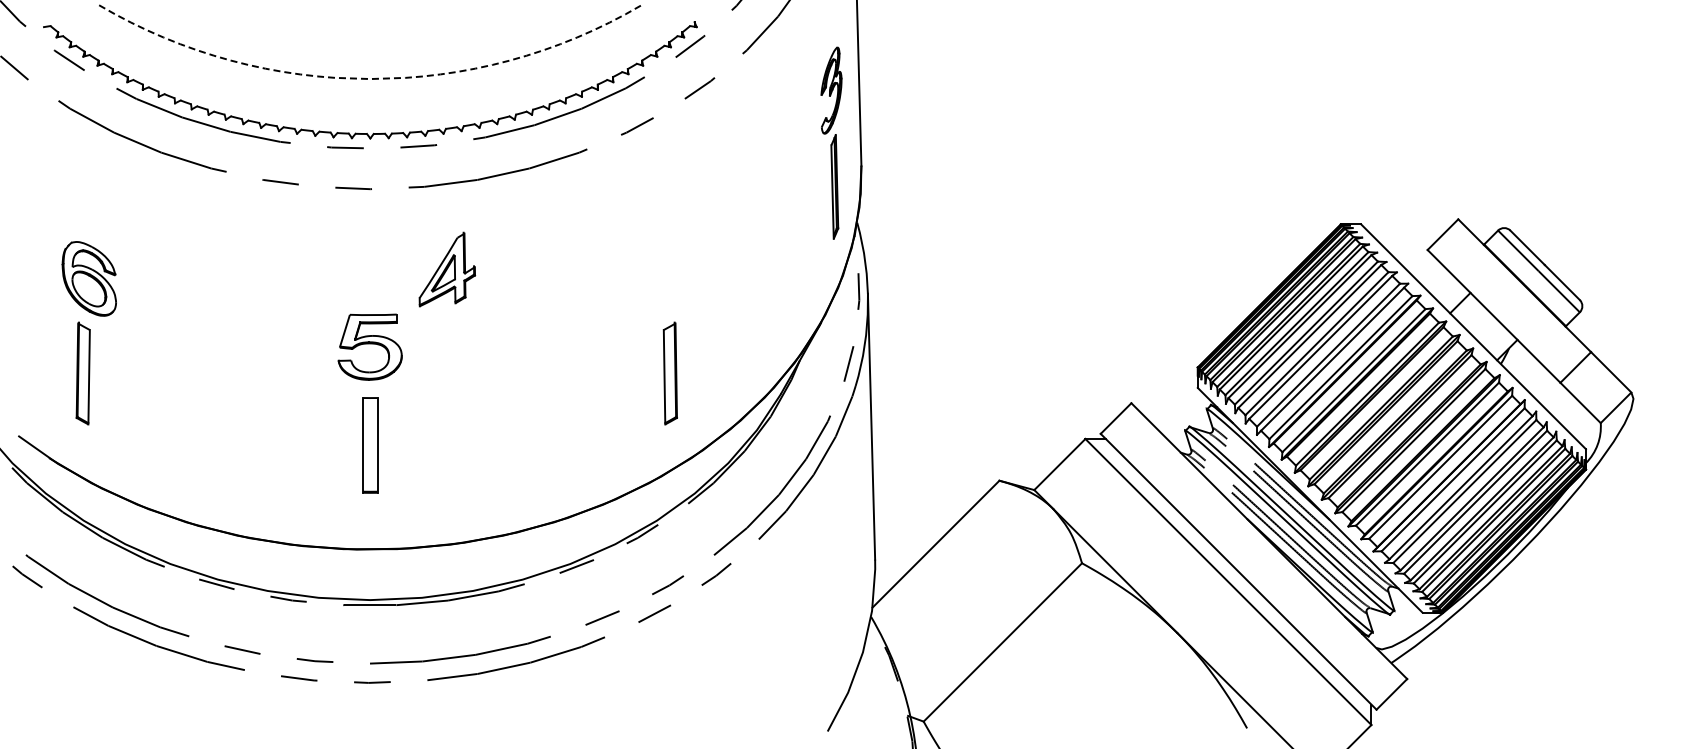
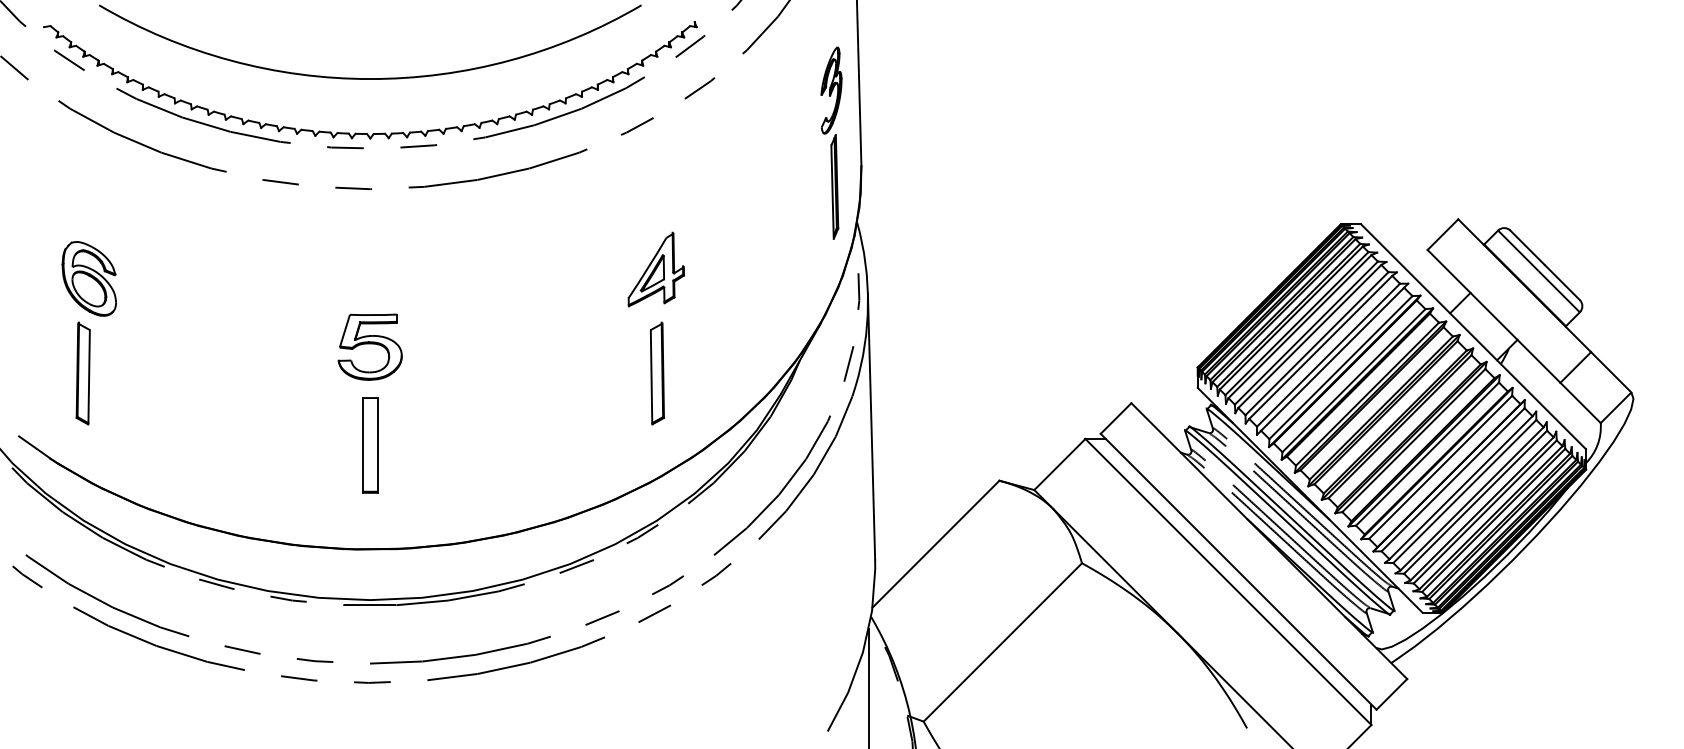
arc at (370, 79): dashed -> solid
part at (447, 269) position: (447, 269) -> (656, 269)
part at (669, 373) position: (669, 373) -> (656, 373)
line at (868, 687): none -> present
